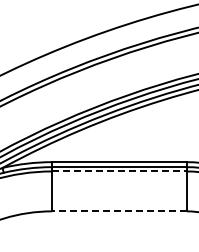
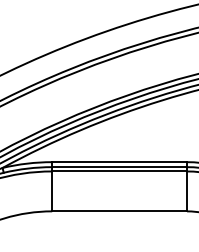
line at (120, 171): dashed -> solid
line at (119, 211): dashed -> solid
